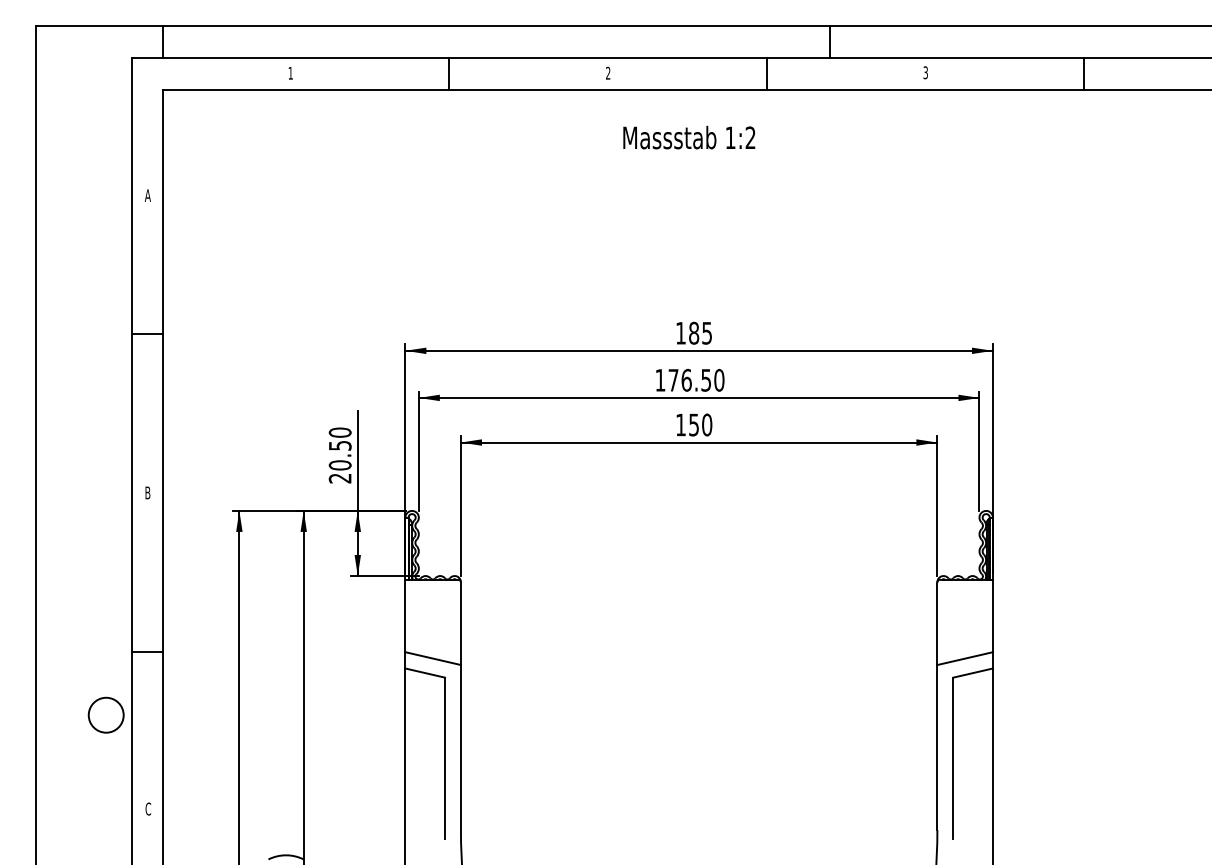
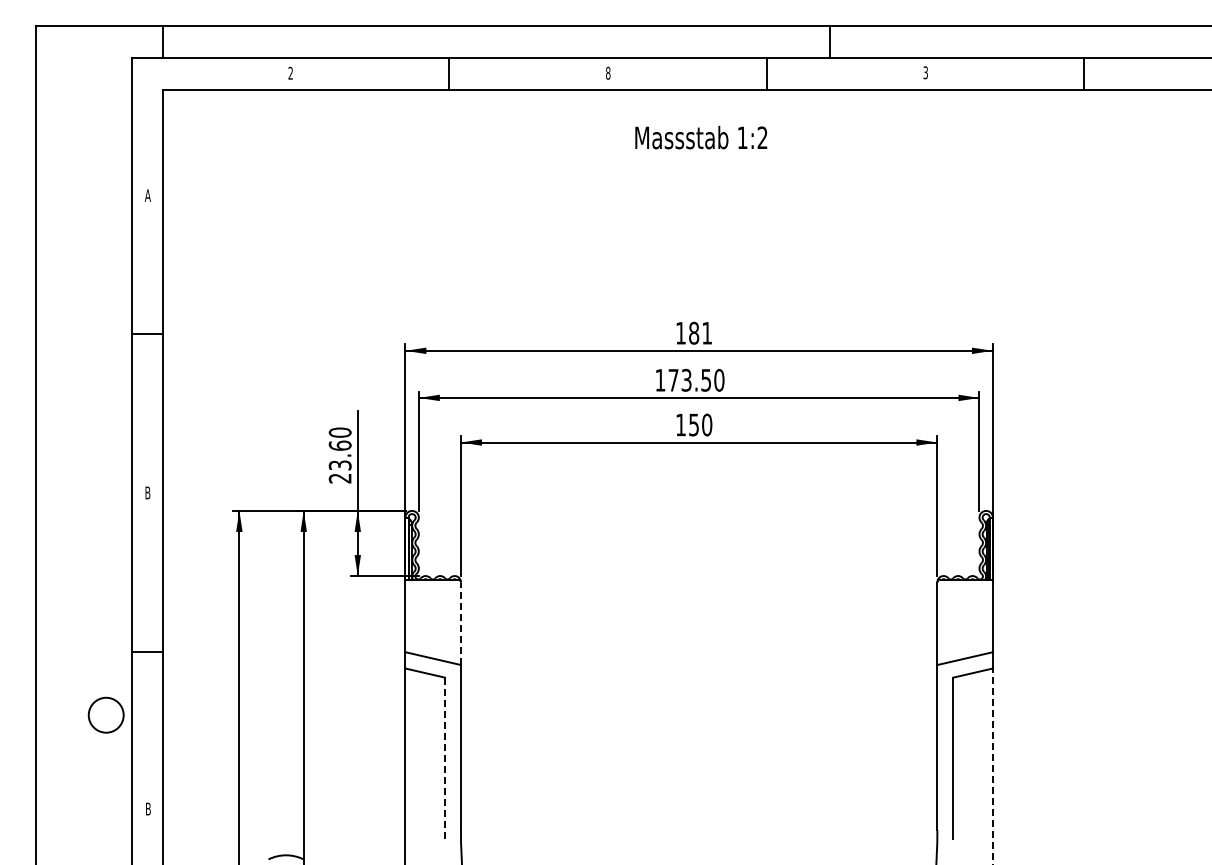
text at (290, 72): 1 -> 2
text at (608, 72): 2 -> 8
text at (689, 137) position: (689, 137) -> (701, 137)
text at (706, 333): 185 -> 181
text at (686, 379): 176.50 -> 173.50
text at (339, 455): 20.50 -> 23.60
line at (460, 623): solid -> dashed
line at (445, 758): solid -> dashed
line at (992, 766): solid -> dashed
text at (148, 808): C -> B
